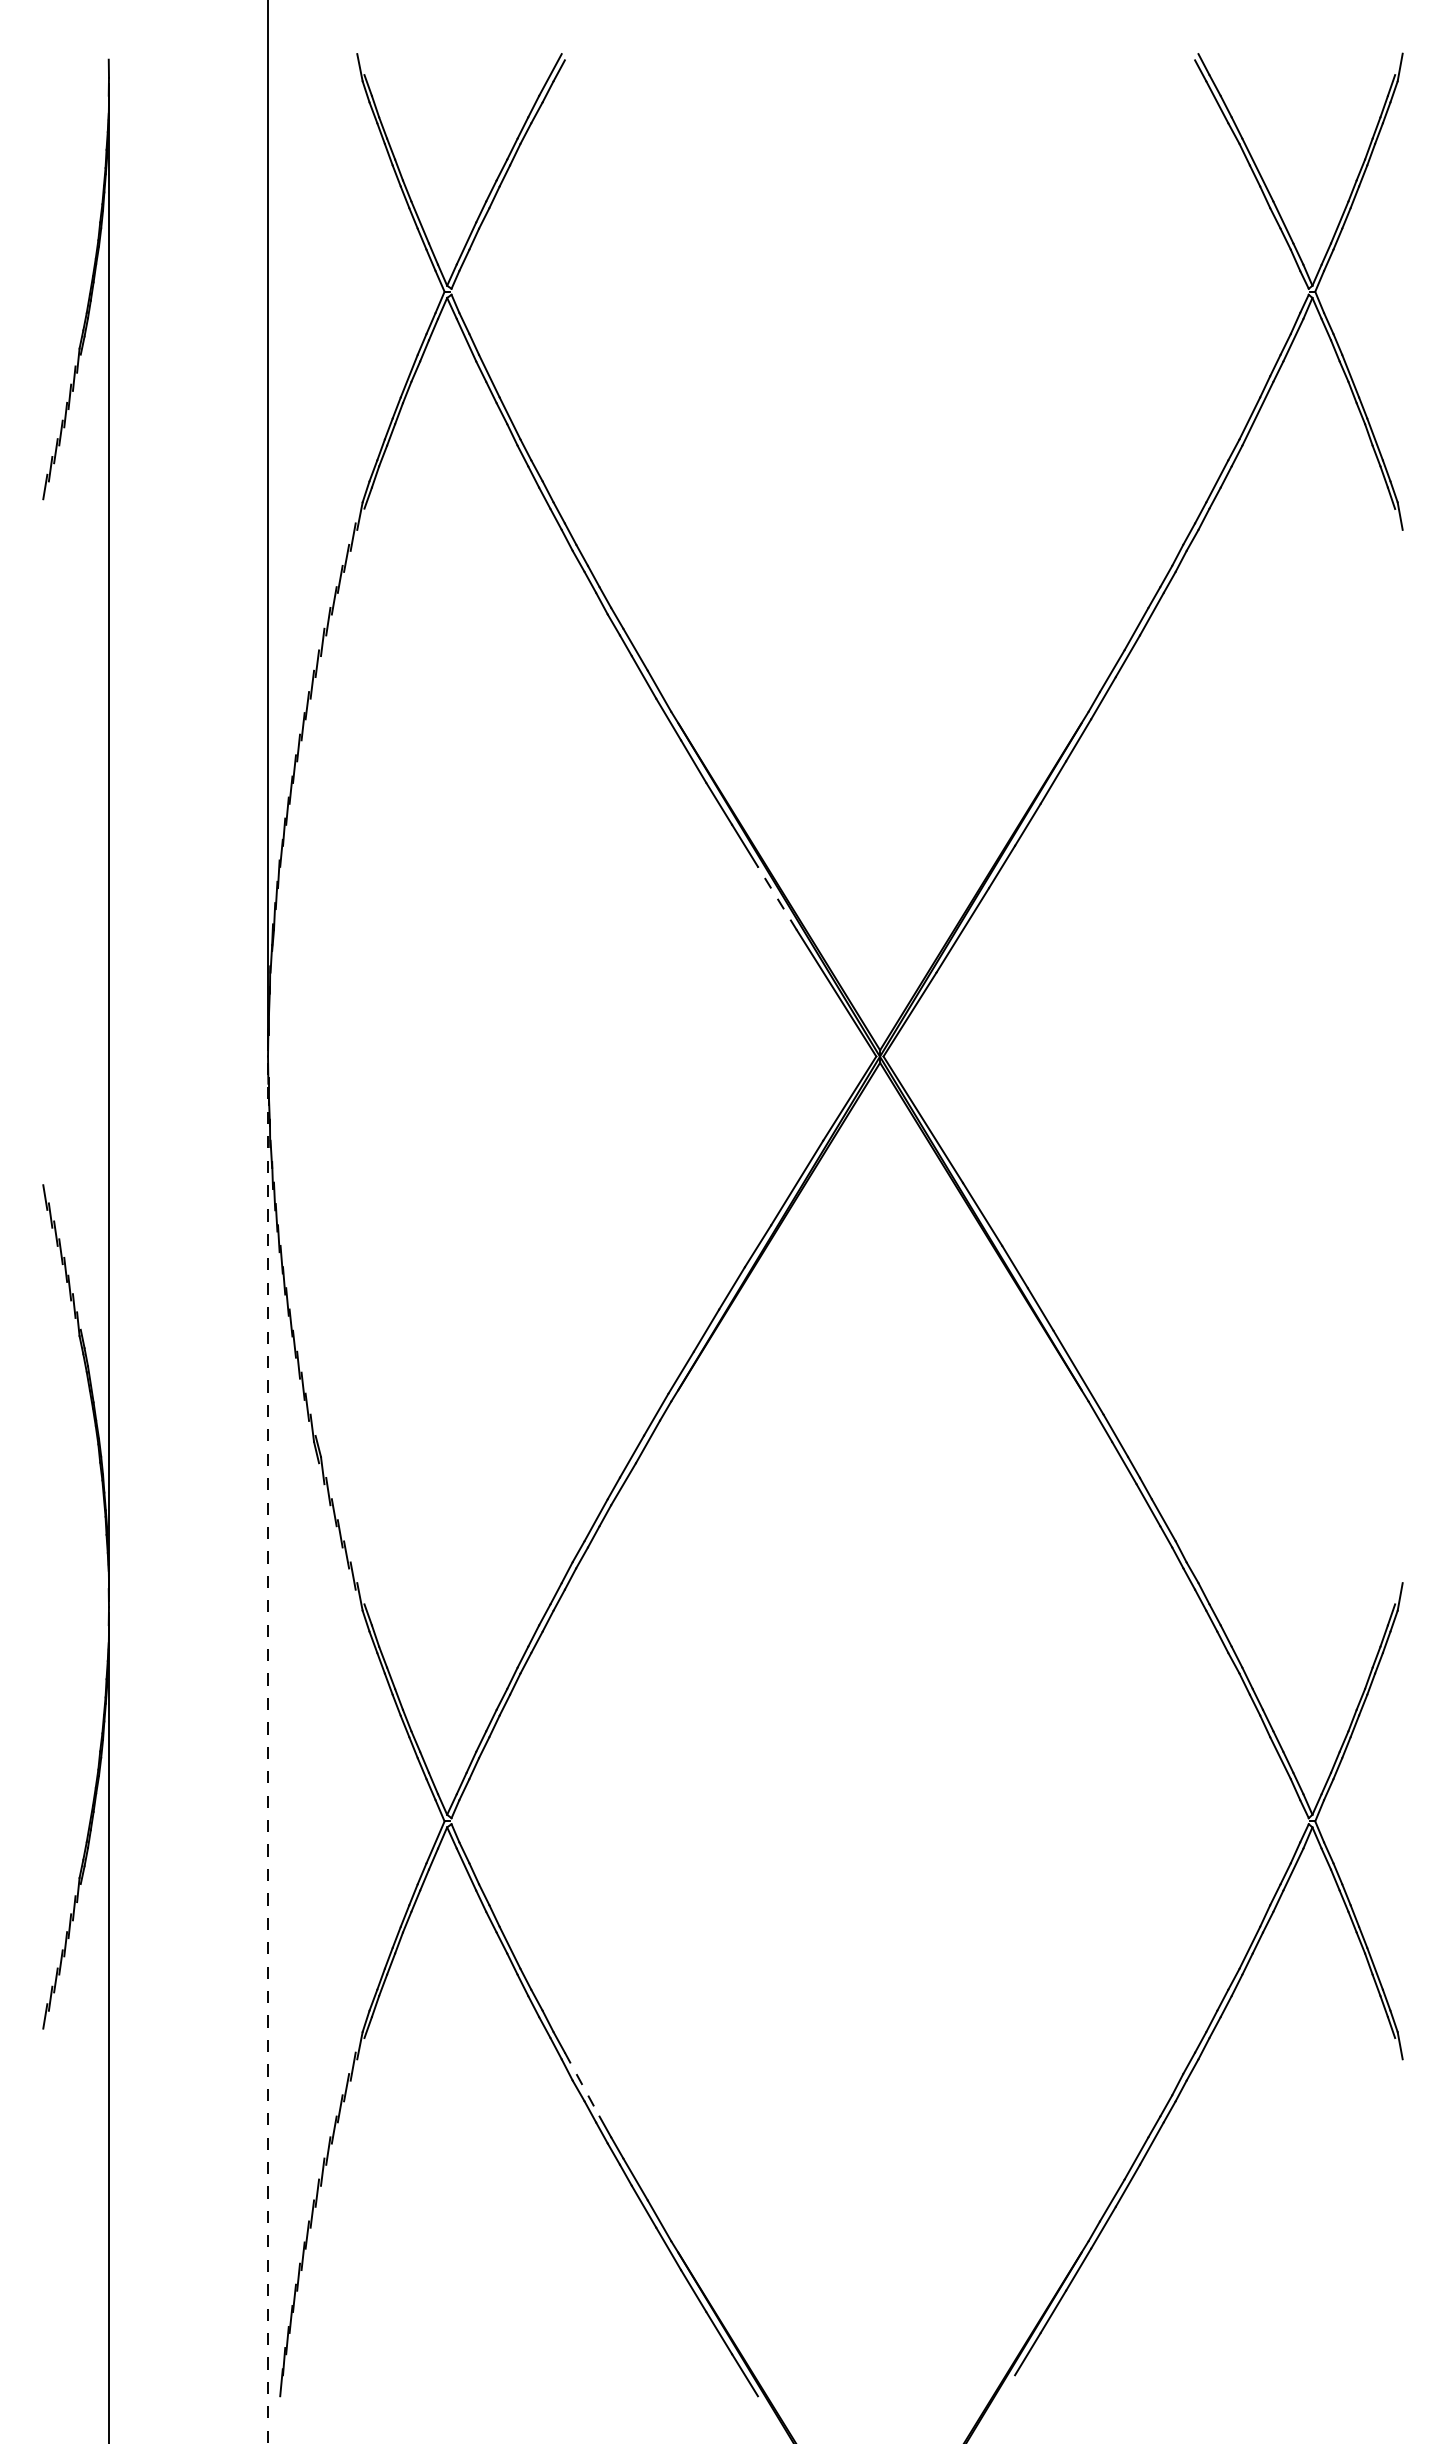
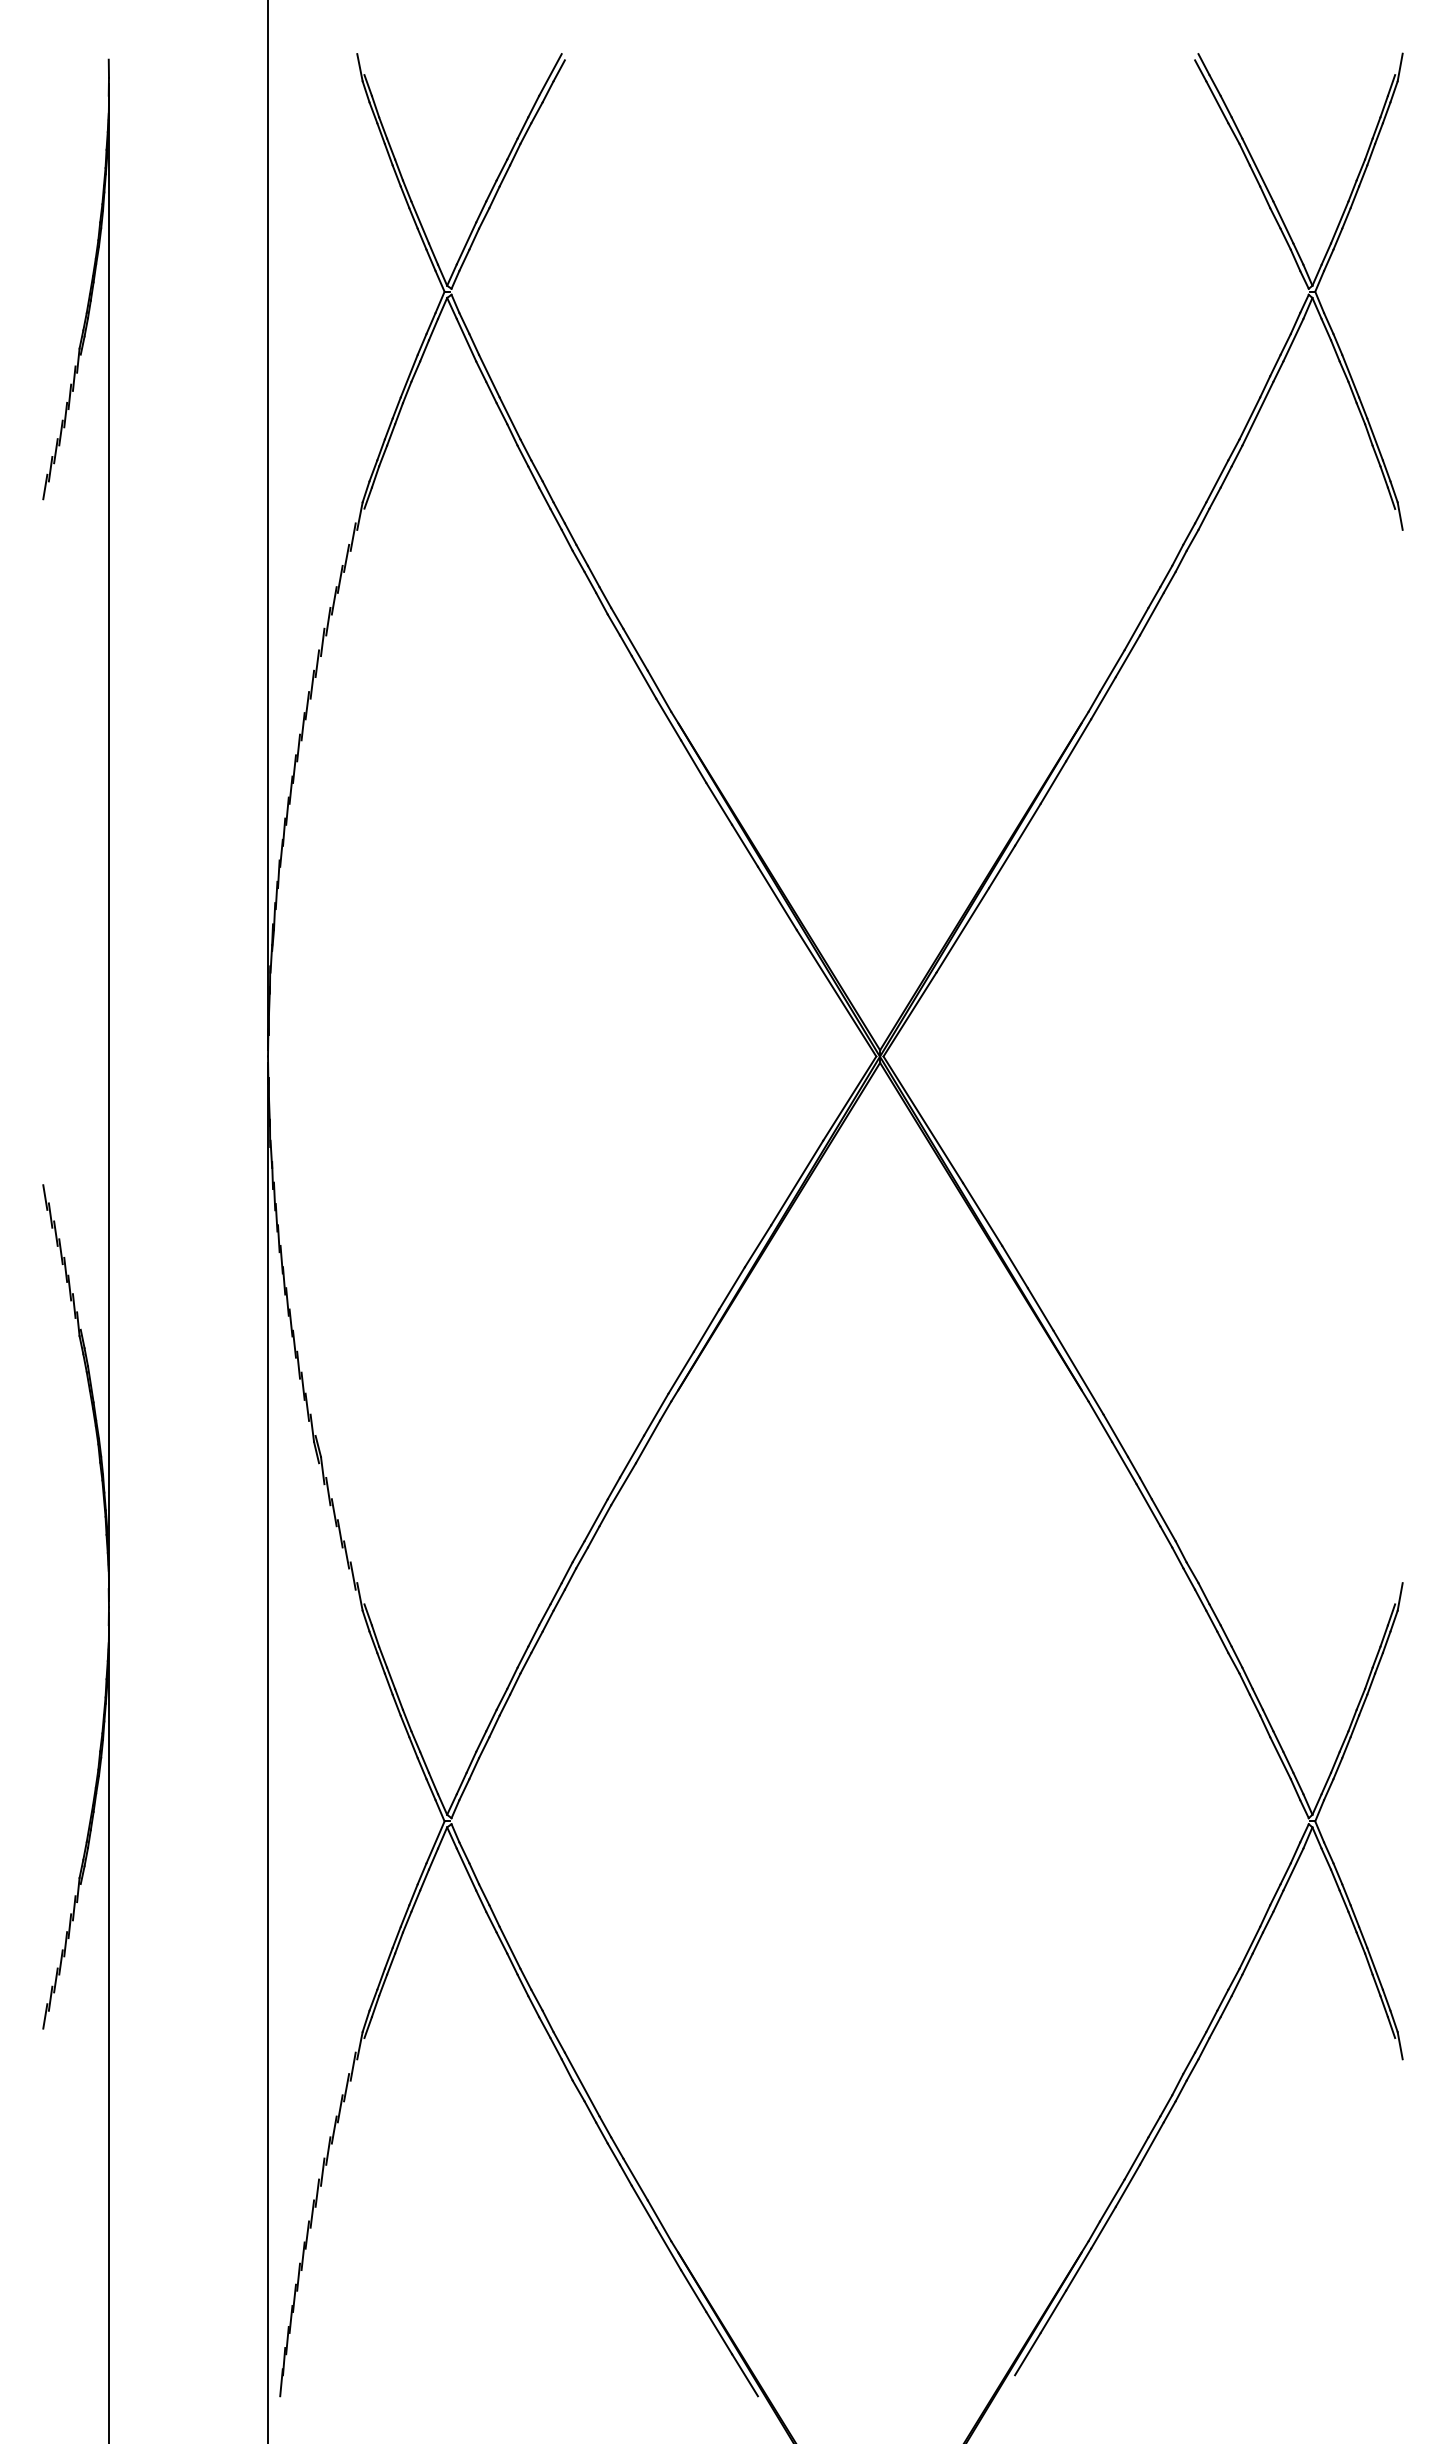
line at (777, 898): dashed -> solid
line at (268, 1753): dashed -> solid
line at (582, 2085): dashed -> solid
